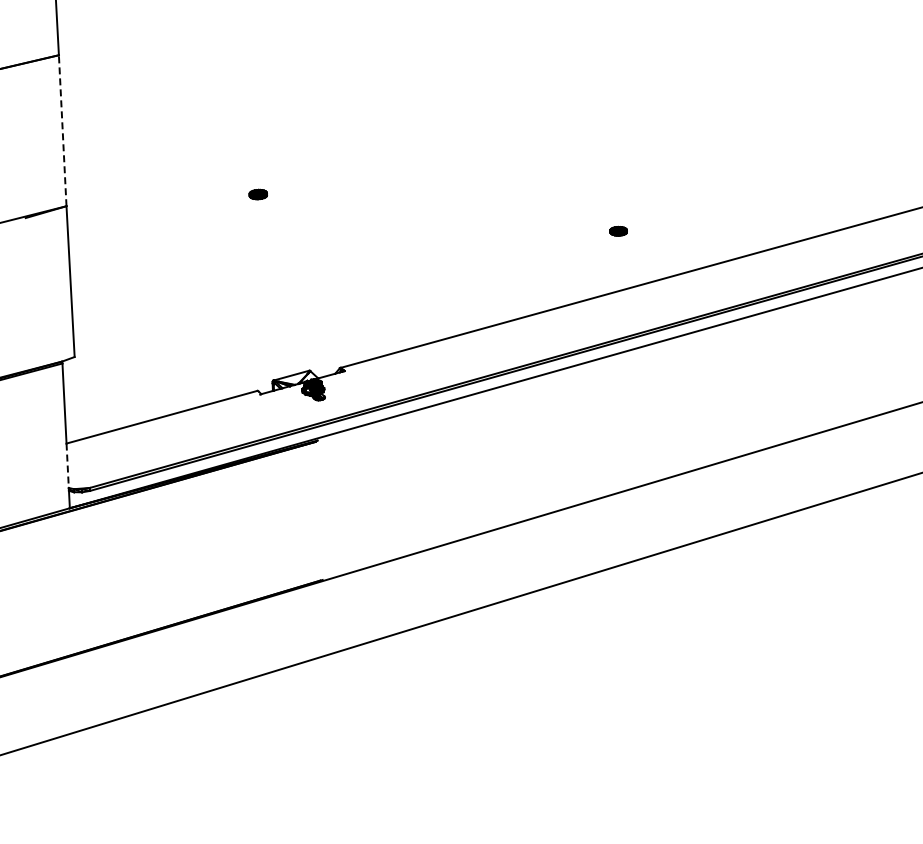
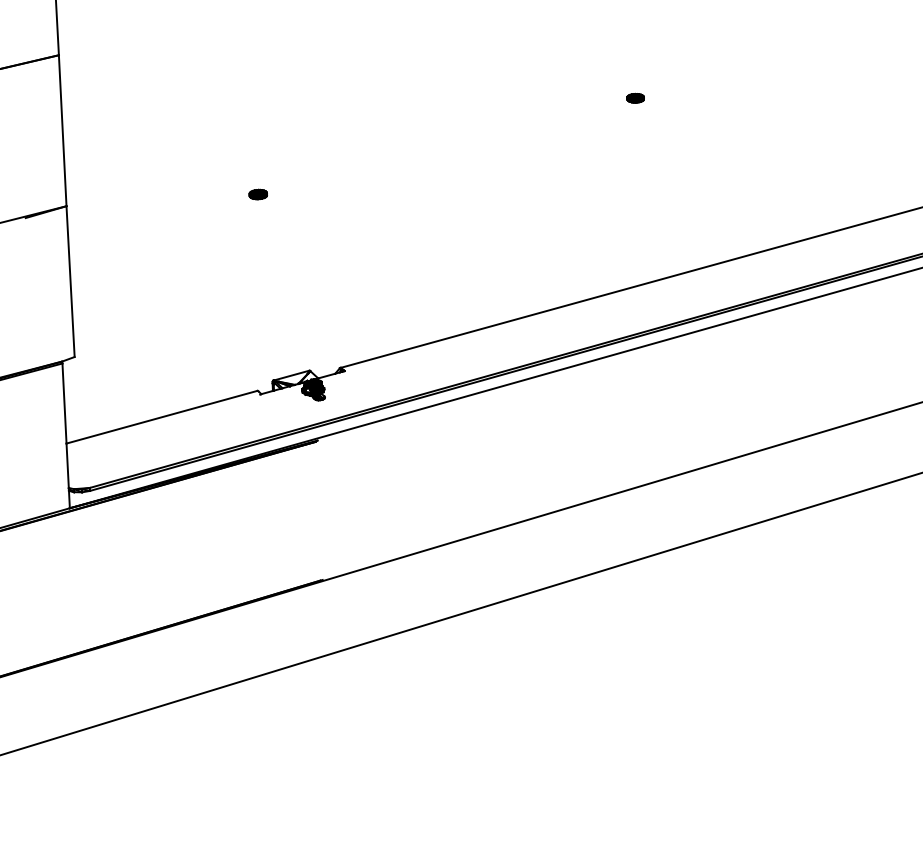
line at (62, 130): dashed -> solid
part at (618, 230) position: (618, 230) -> (635, 97)
line at (67, 466): dashed -> solid
